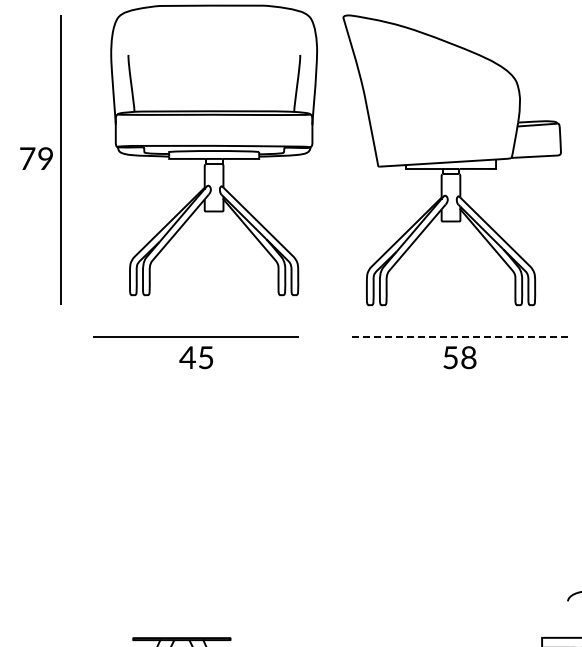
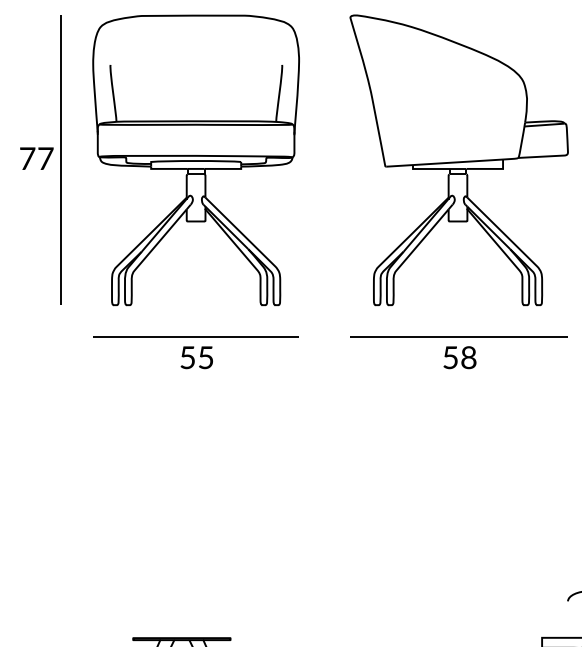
part at (213, 150) position: (213, 150) -> (195, 160)
text at (45, 158): 79 -> 77
part at (451, 160) position: (451, 160) -> (458, 160)
line at (459, 337): dashed -> solid
text at (187, 357): 45 -> 55
